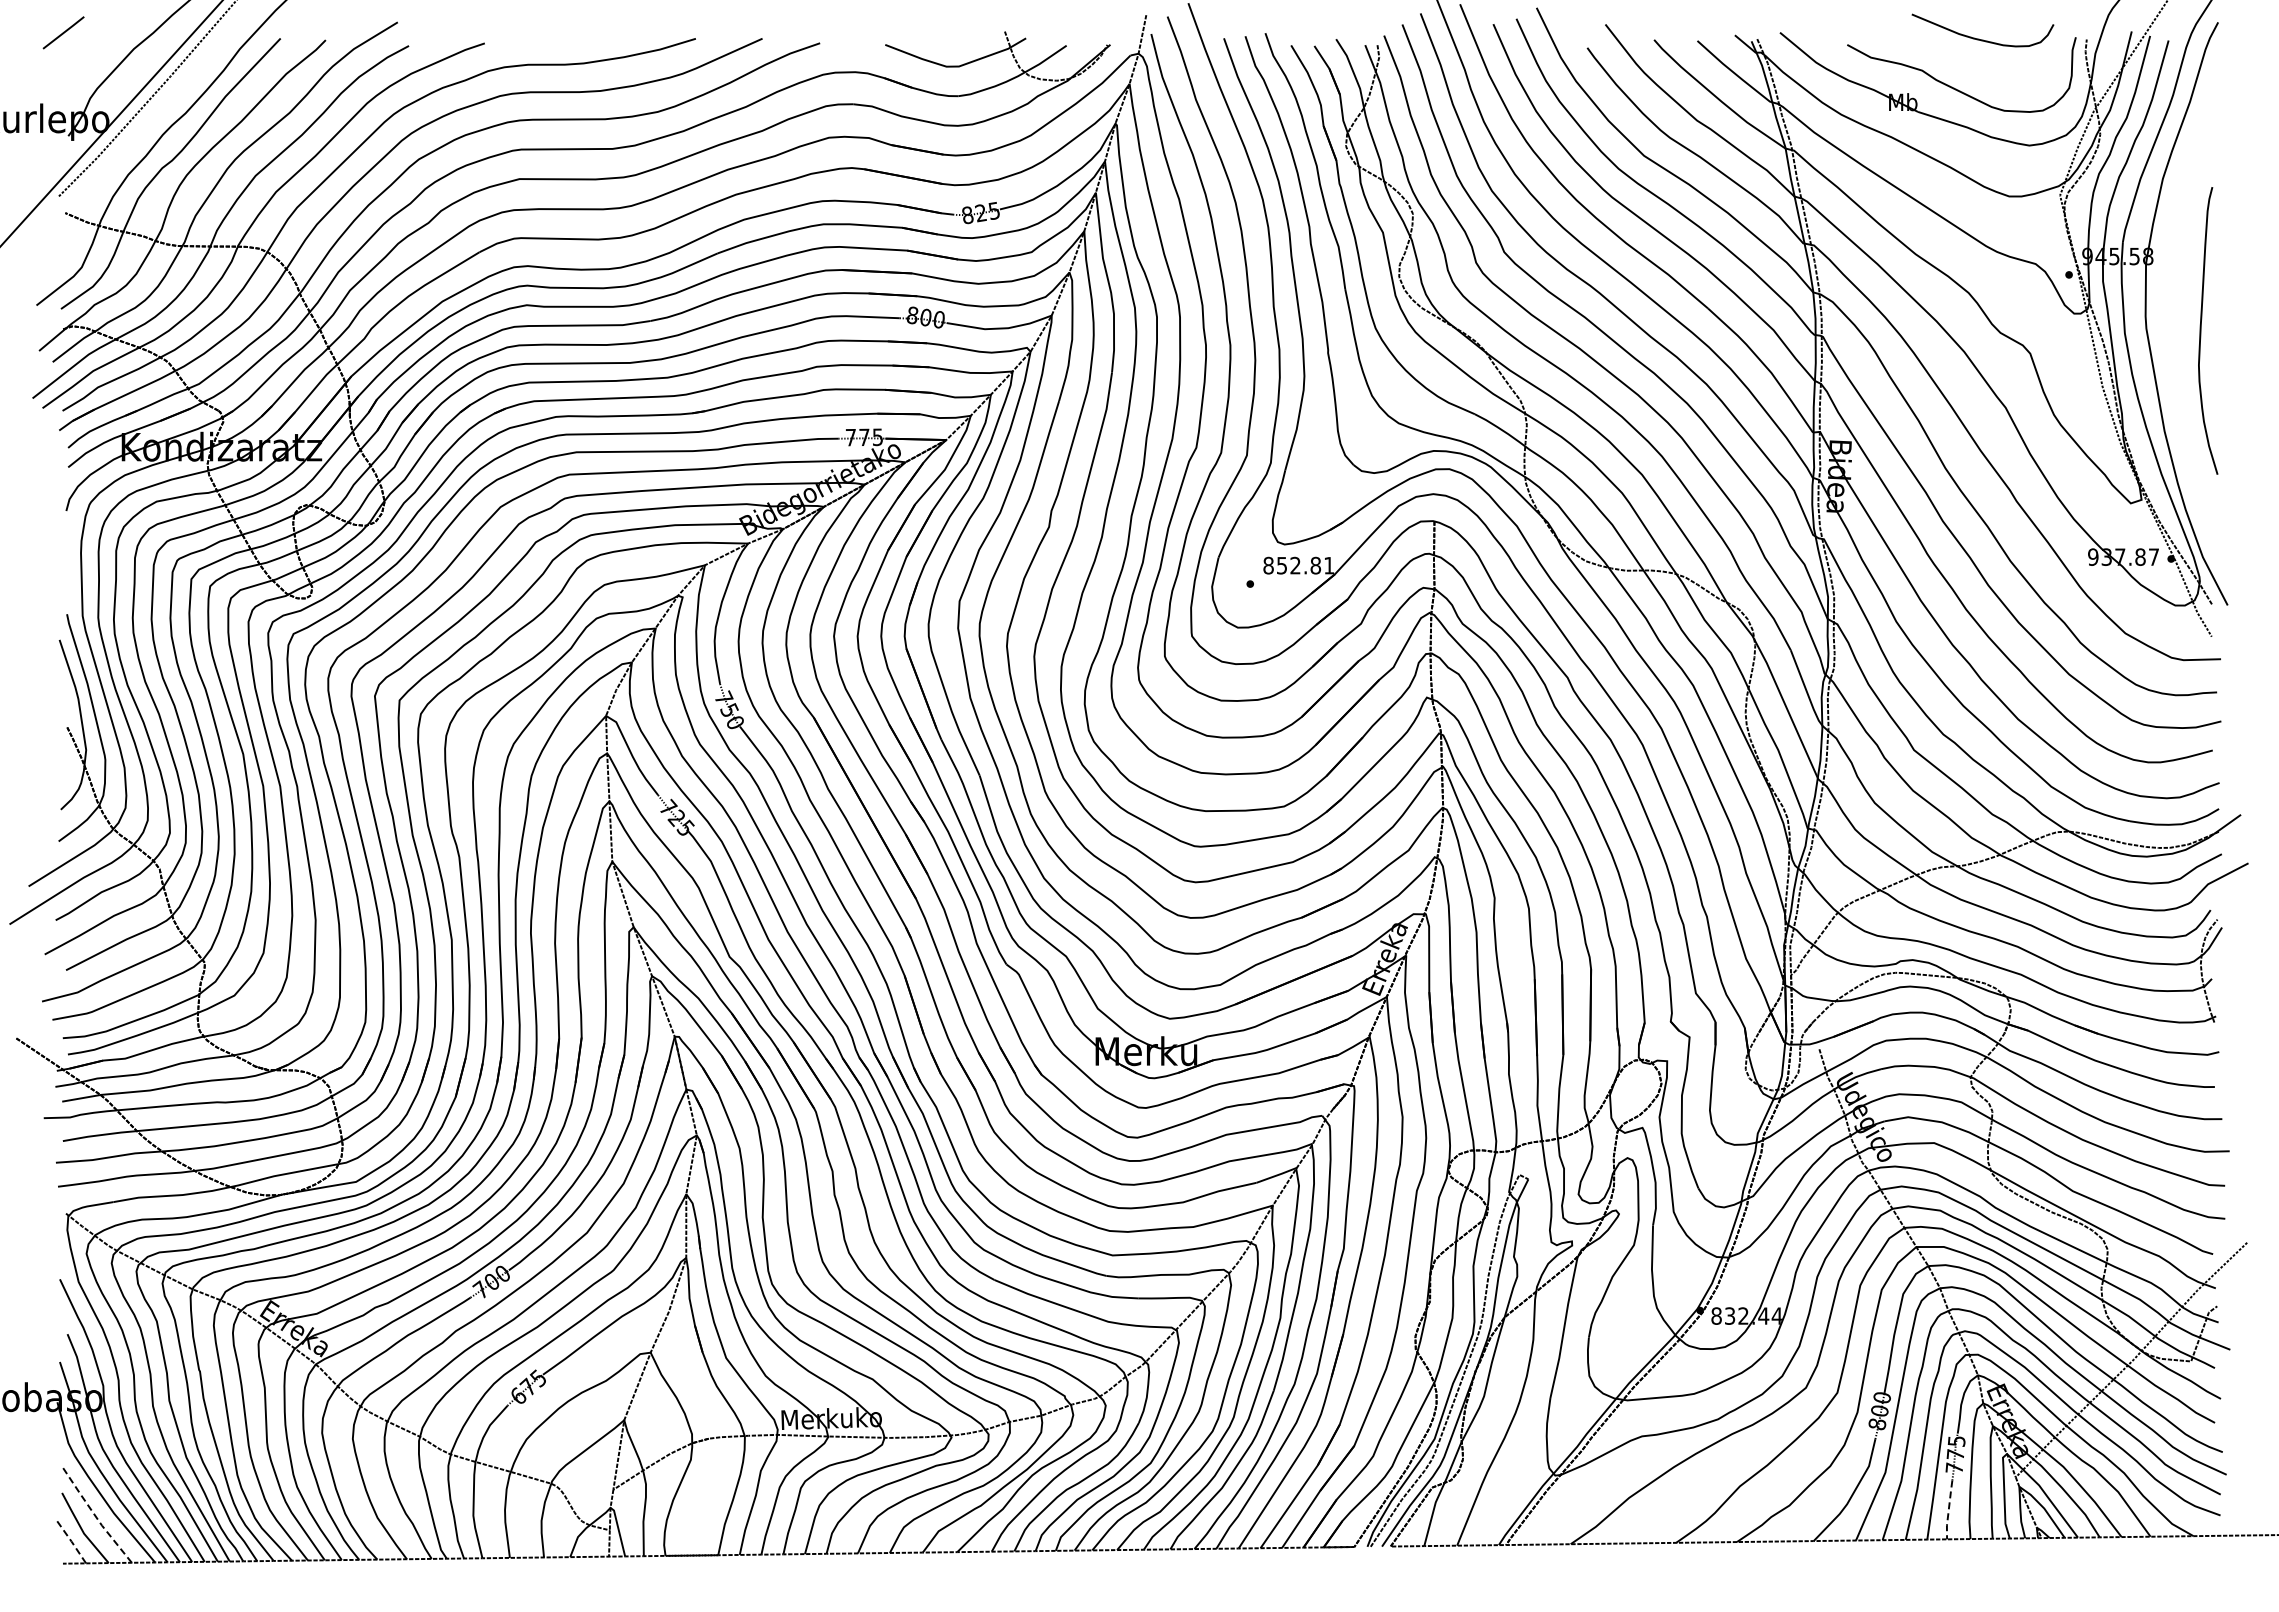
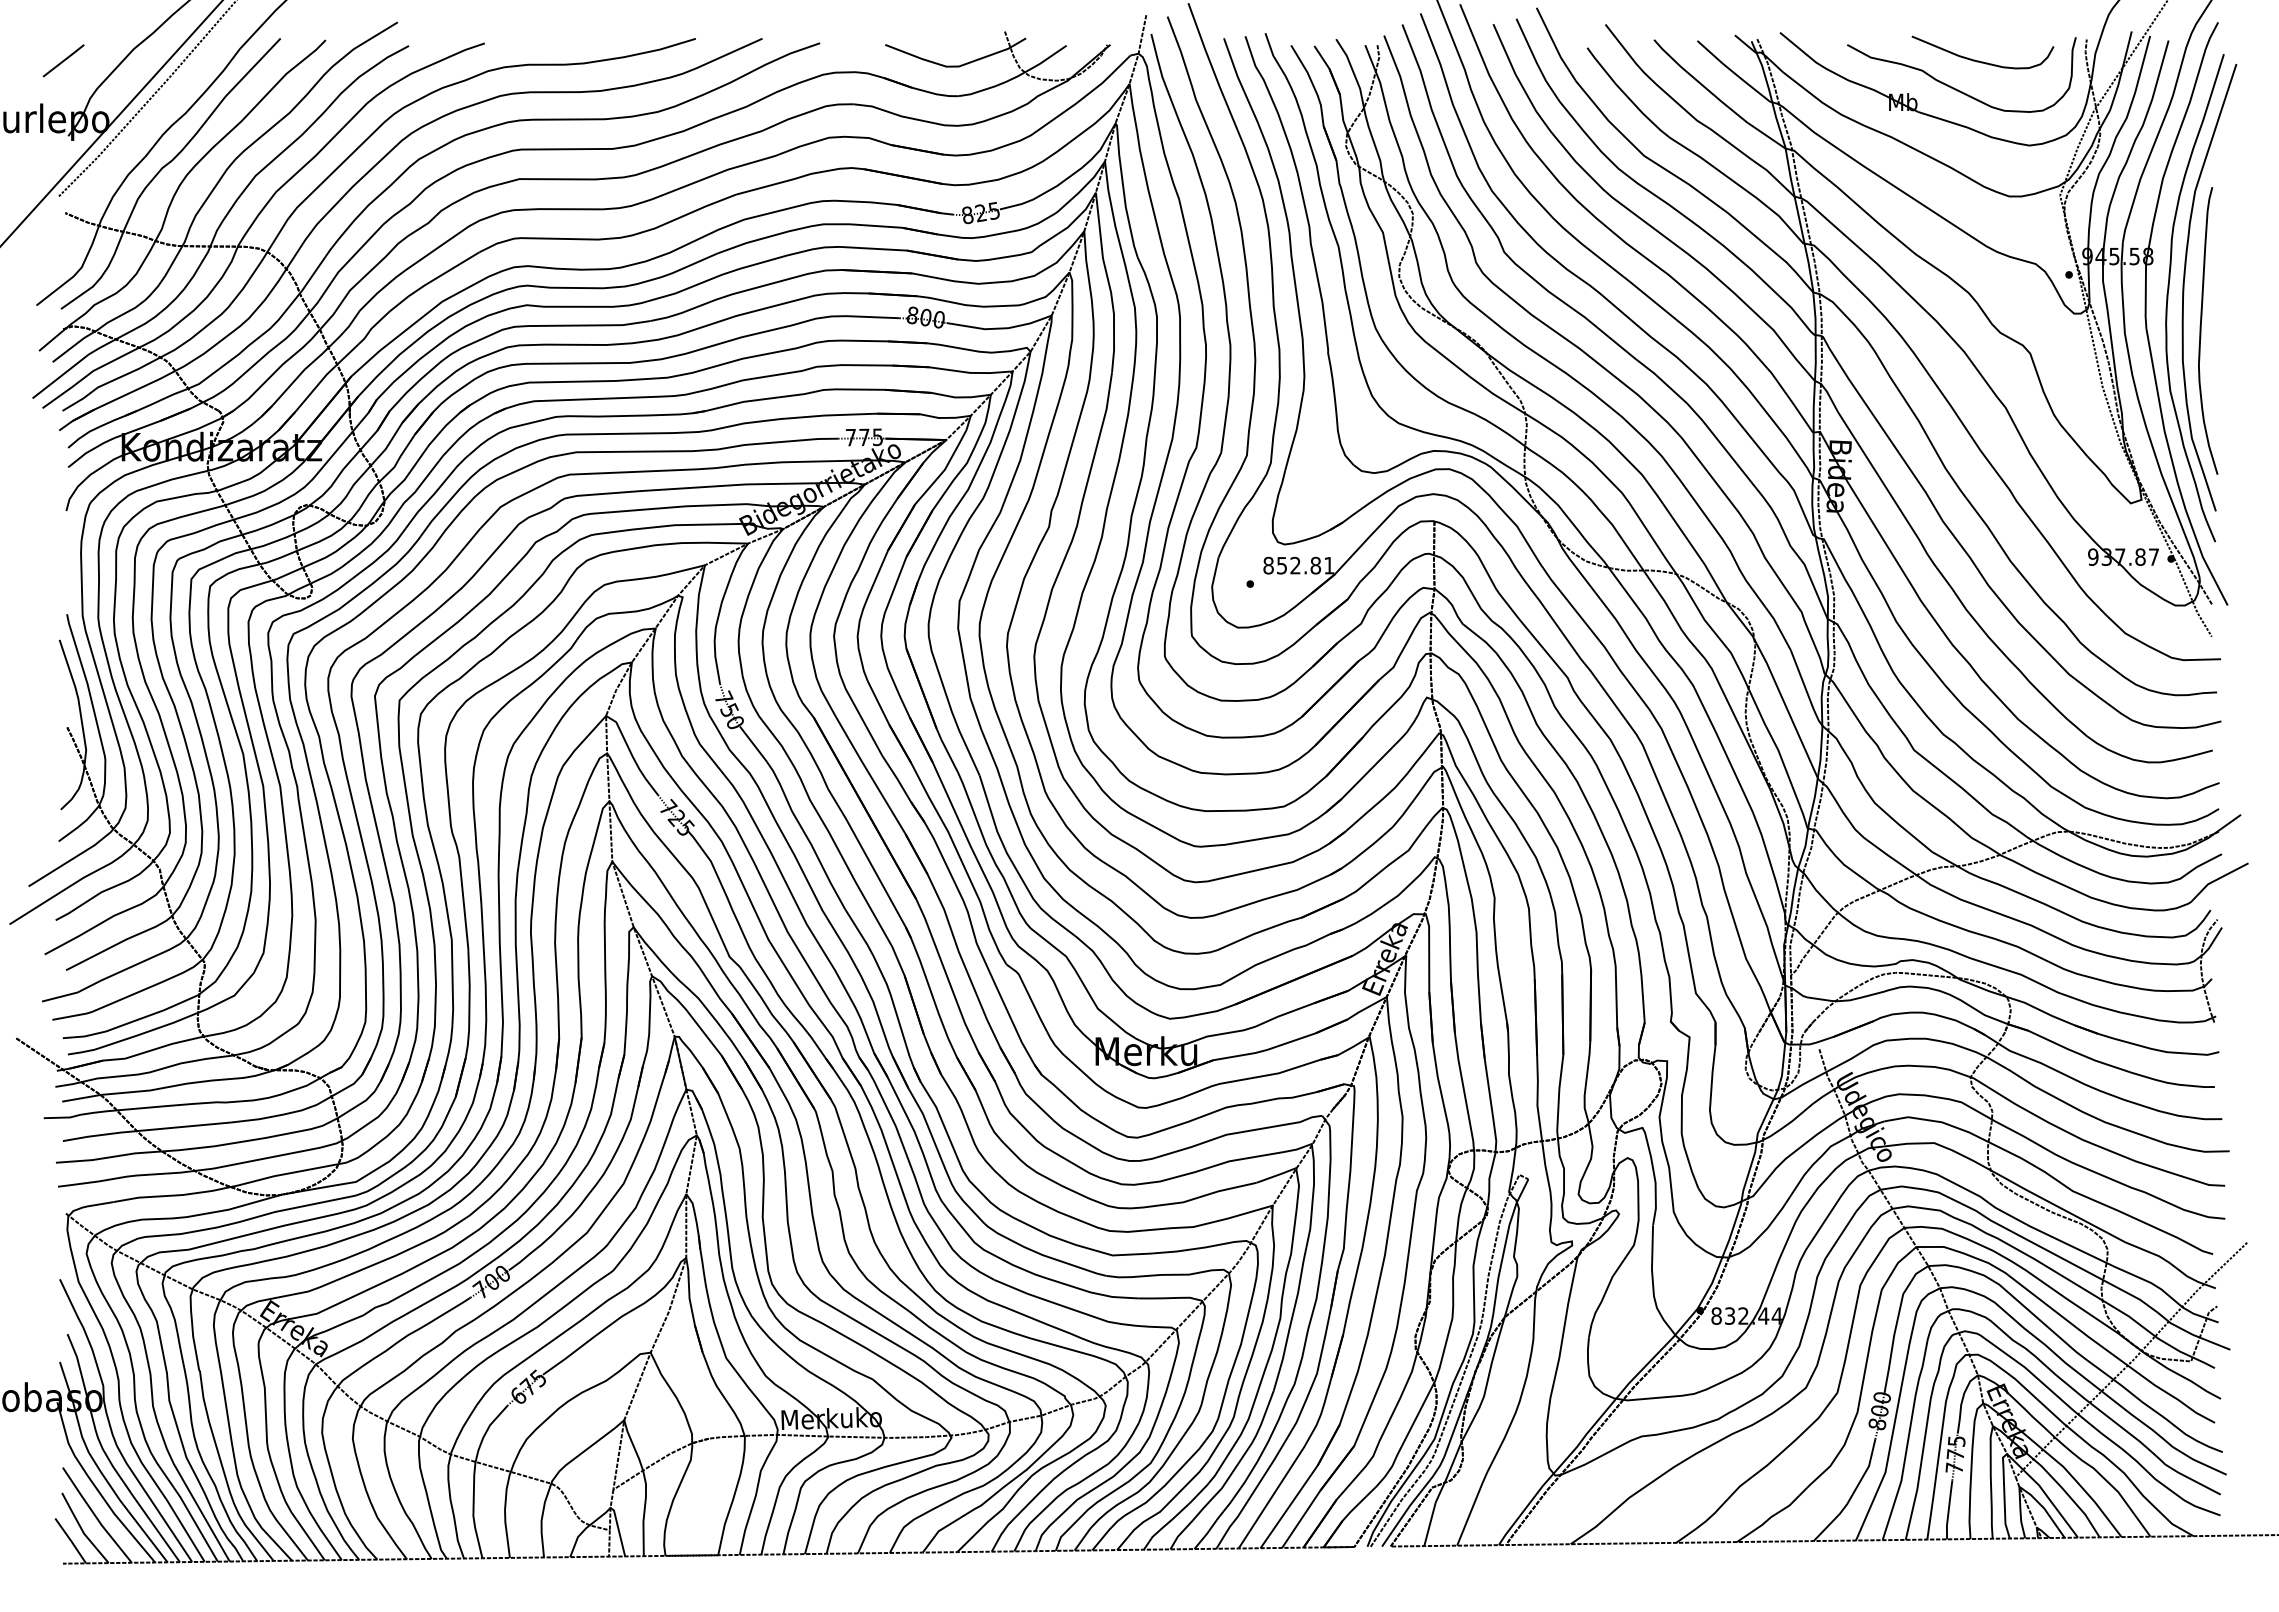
line at (63, 32) position: (63, 32) -> (63, 60)
curve at (1979, 38) position: (1979, 38) -> (1979, 60)
part at (2184, 294): none -> present
line at (1948, 1510): dashed -> solid
line at (95, 1515): dashed -> solid
line at (71, 1540): dashed -> solid
